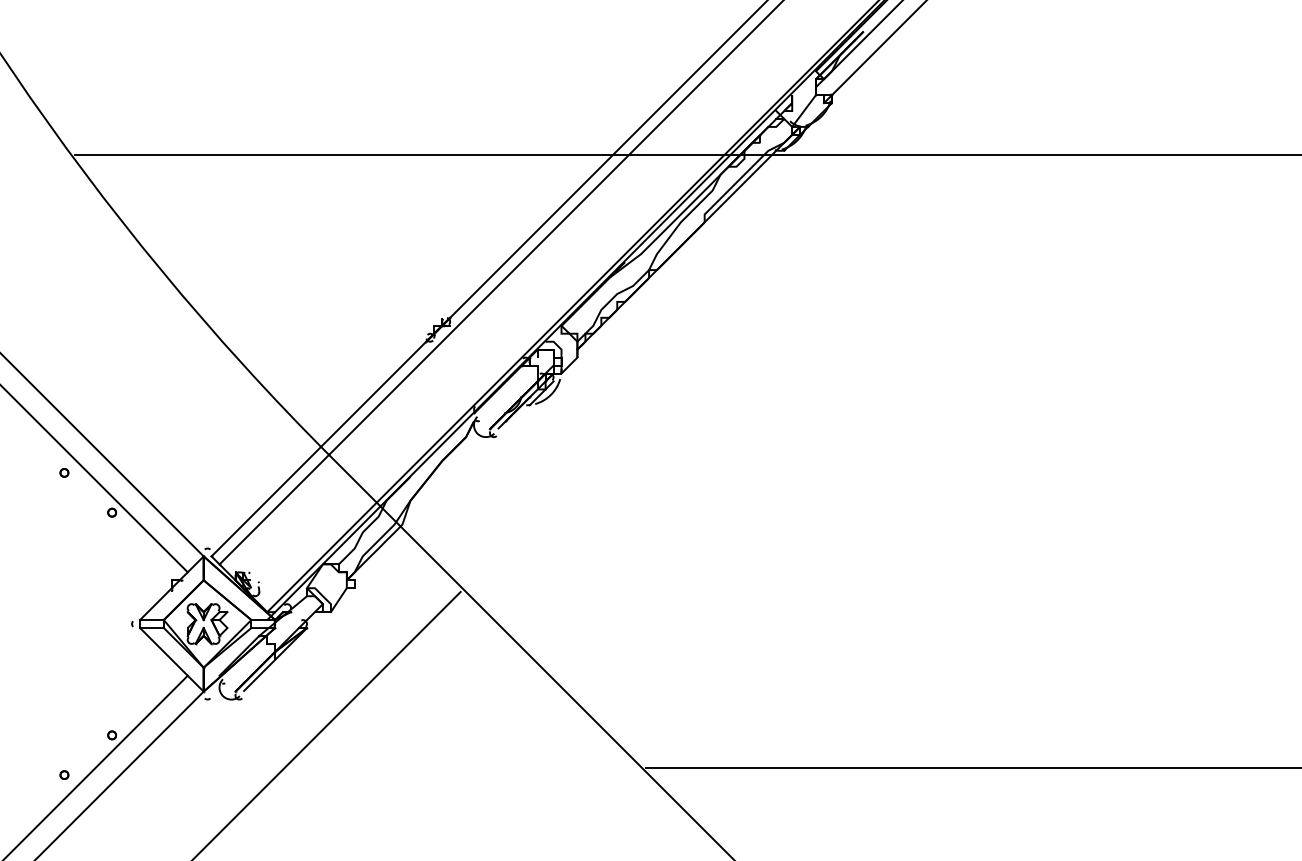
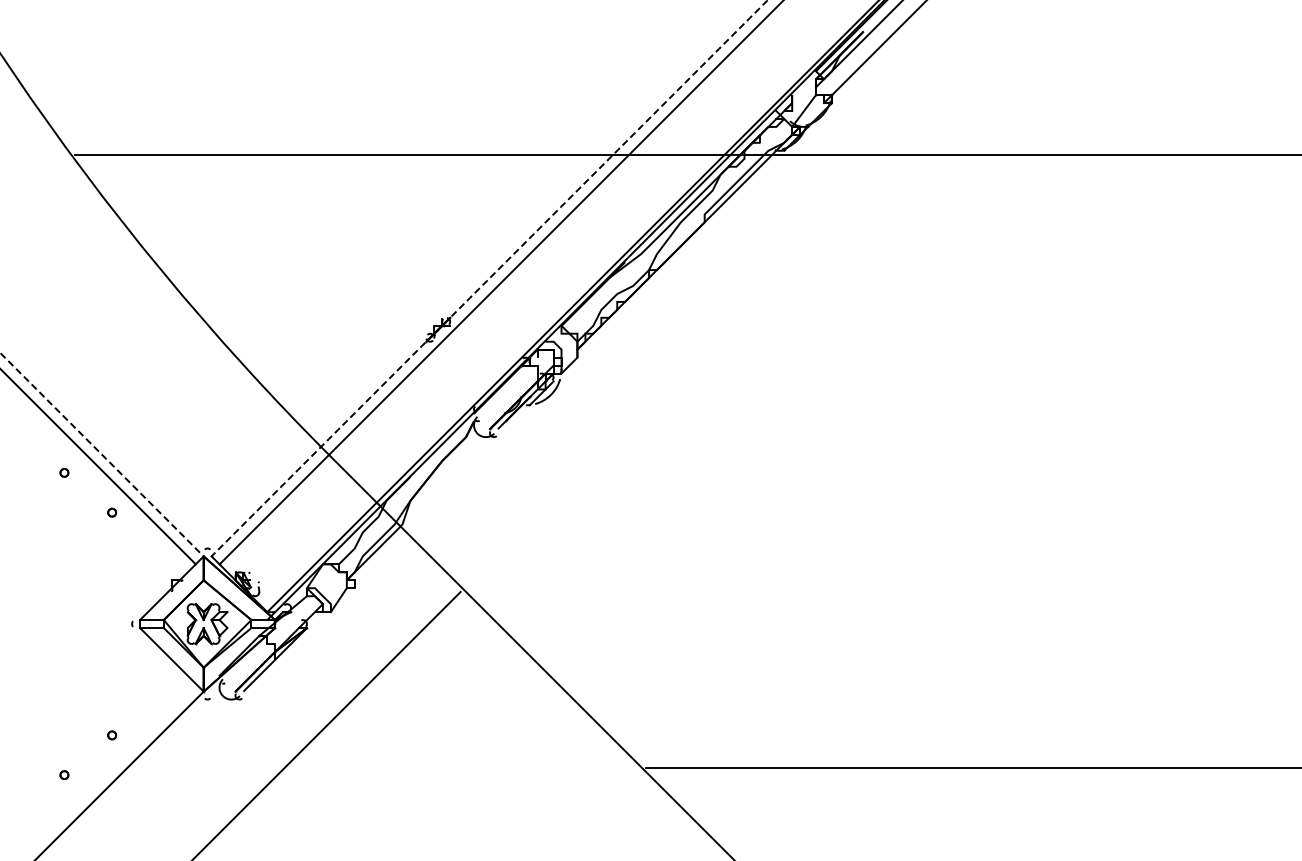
line at (489, 278): solid -> dashed
line at (101, 454): solid -> dashed
line at (94, 479) position: (94, 479) -> (98, 467)
line at (96, 766): present -> none
